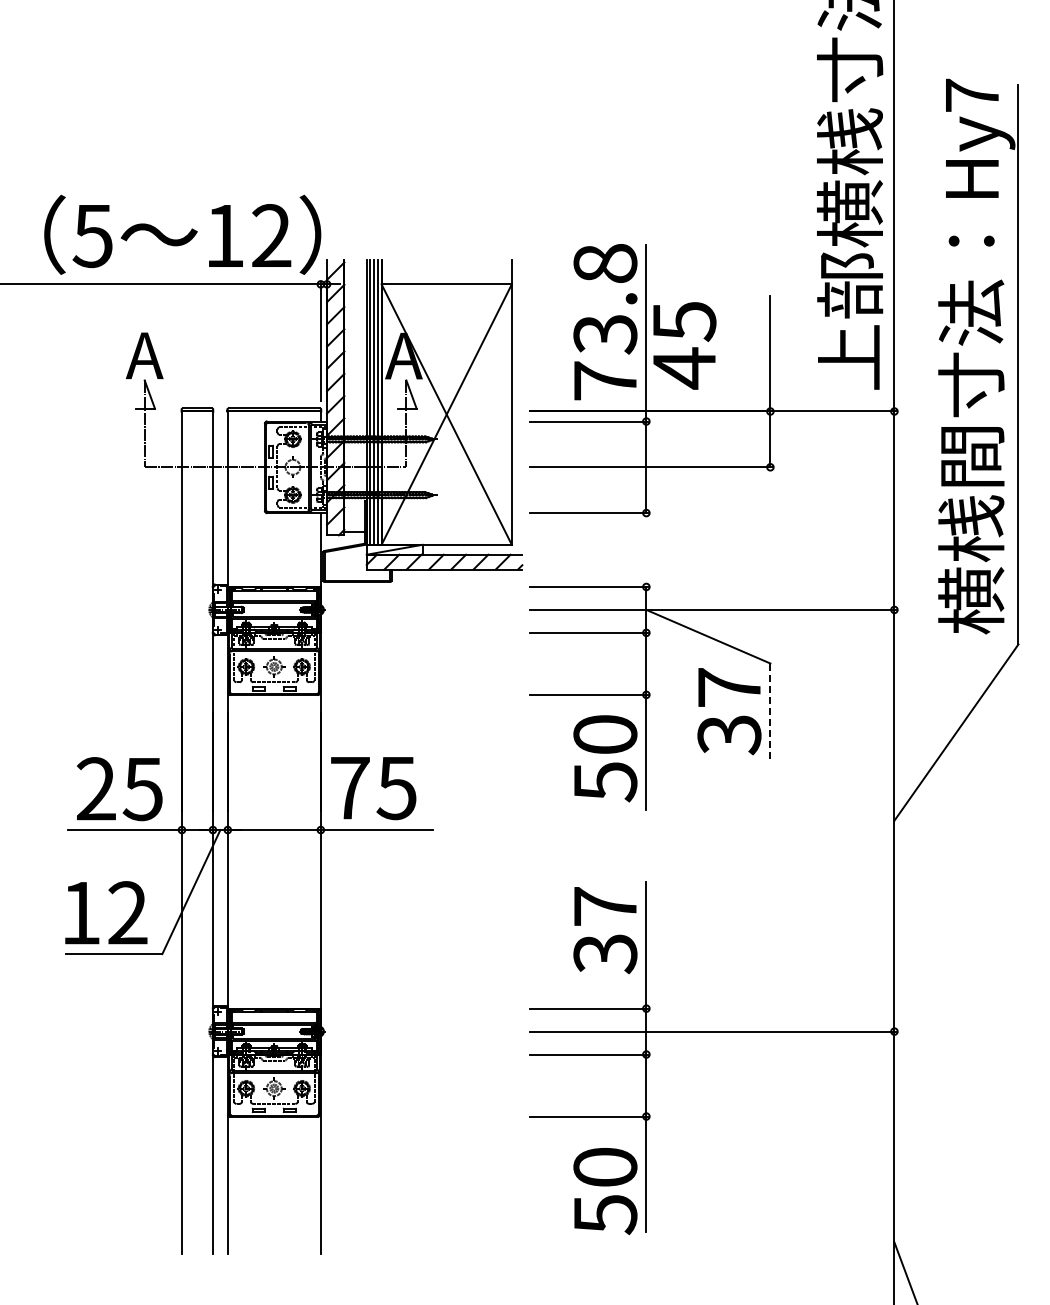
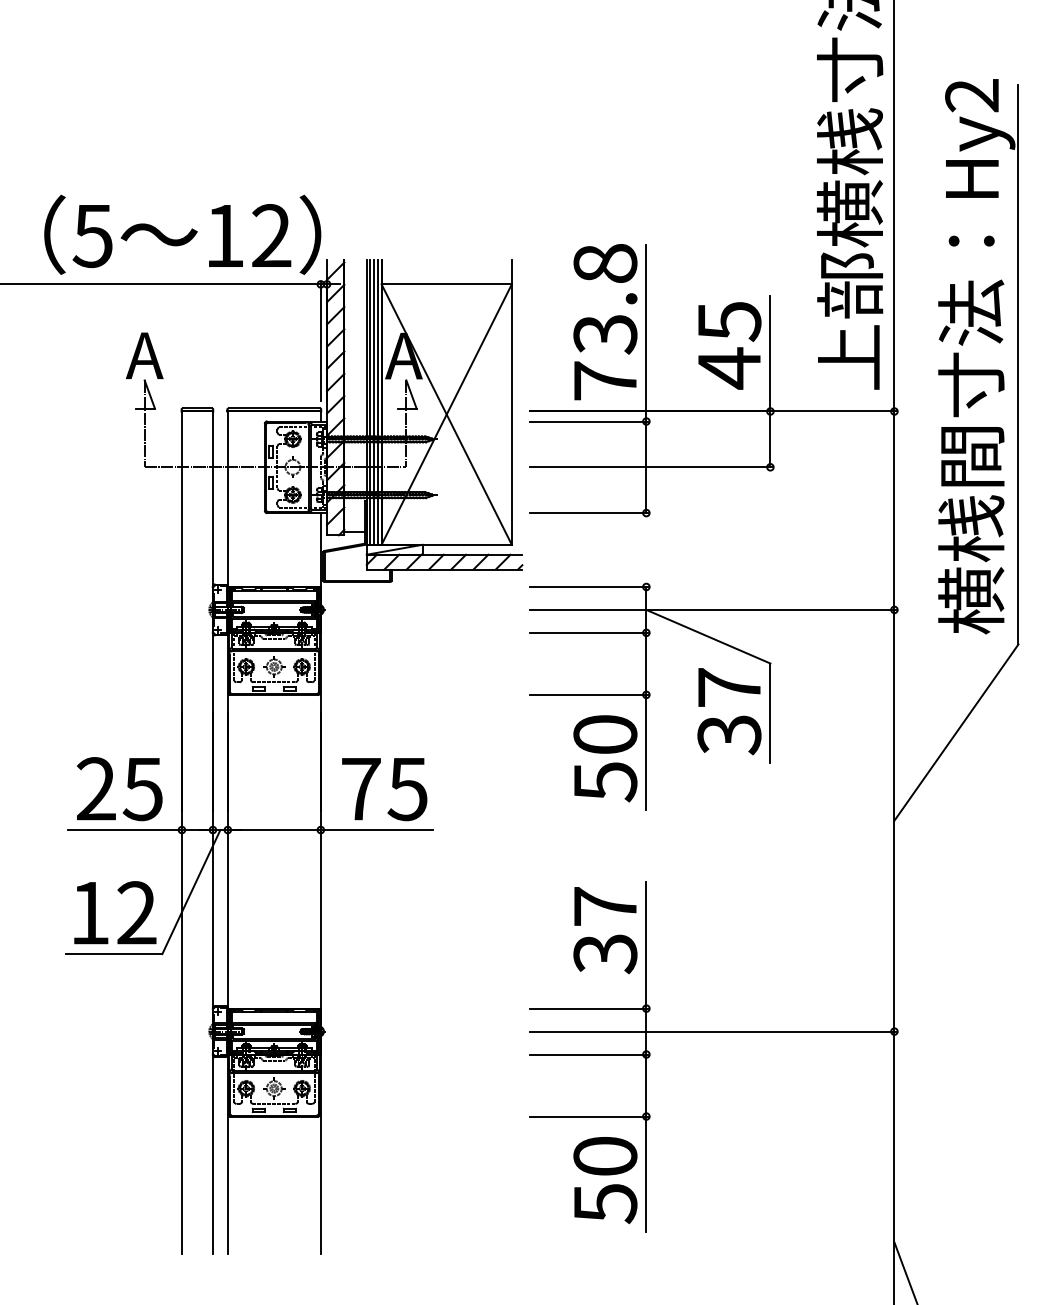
text at (971, 95): Hy7 -> Hy2
text at (684, 345) position: (684, 345) -> (729, 345)
line at (770, 713): dashed -> solid
text at (373, 788) position: (373, 788) -> (384, 789)
text at (106, 912) position: (106, 912) -> (115, 912)
text at (605, 1191) position: (605, 1191) -> (605, 1180)
